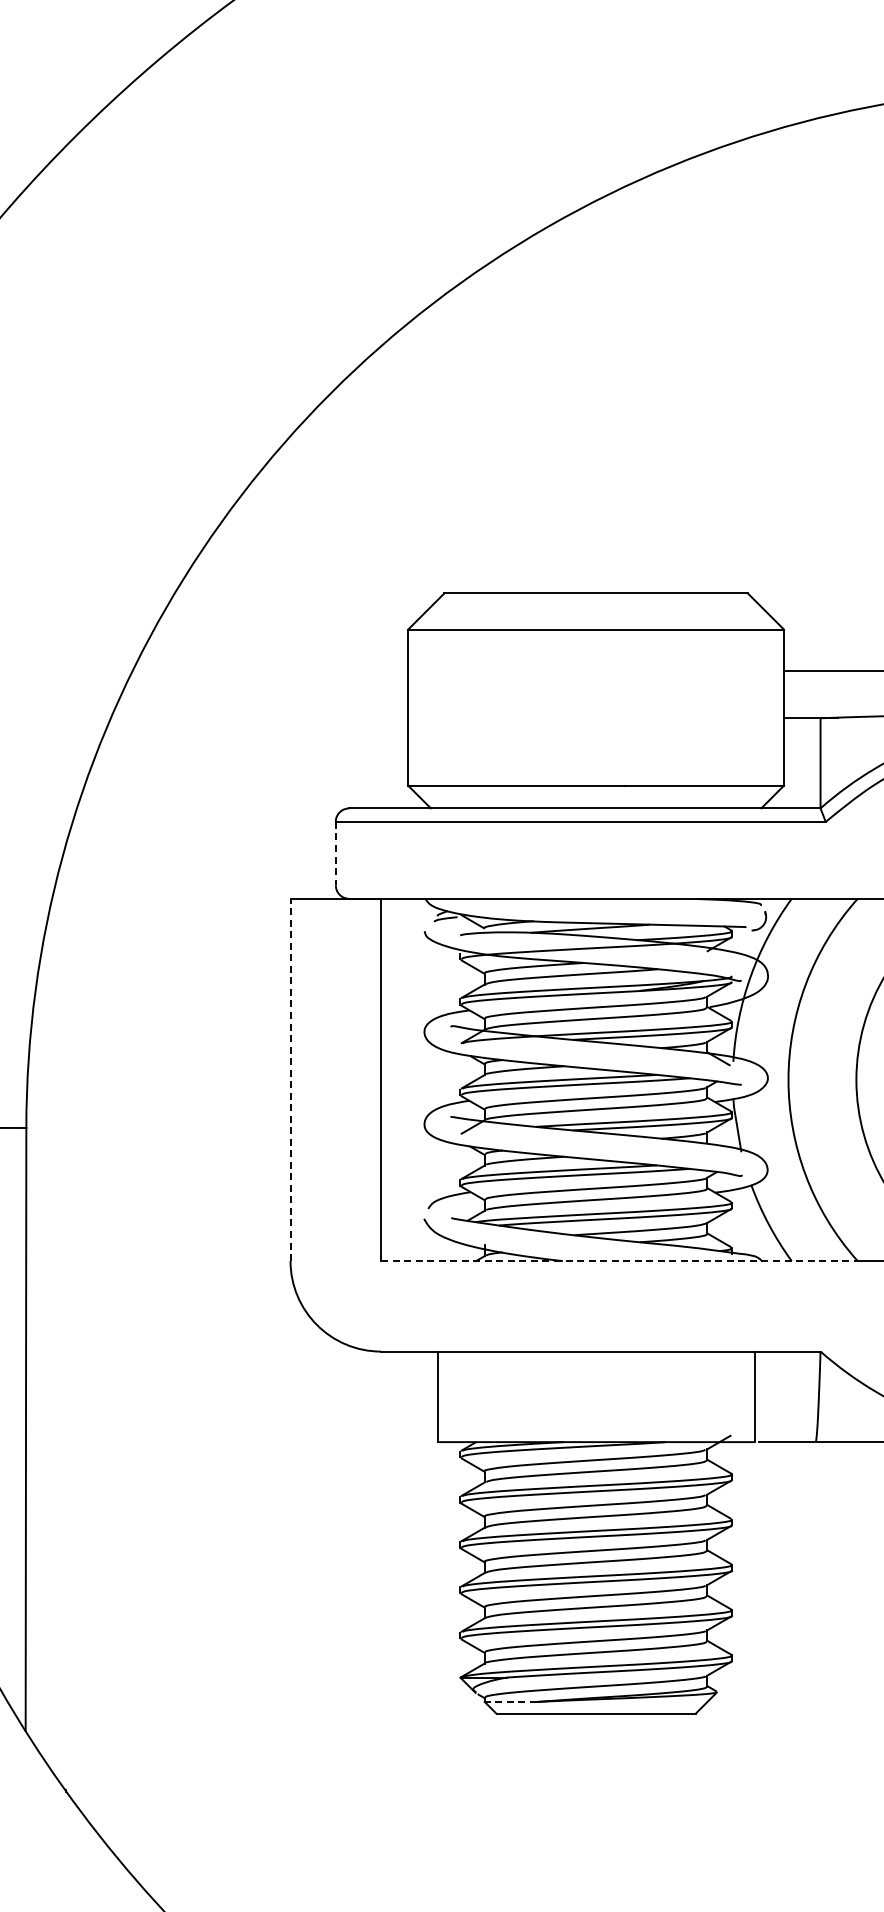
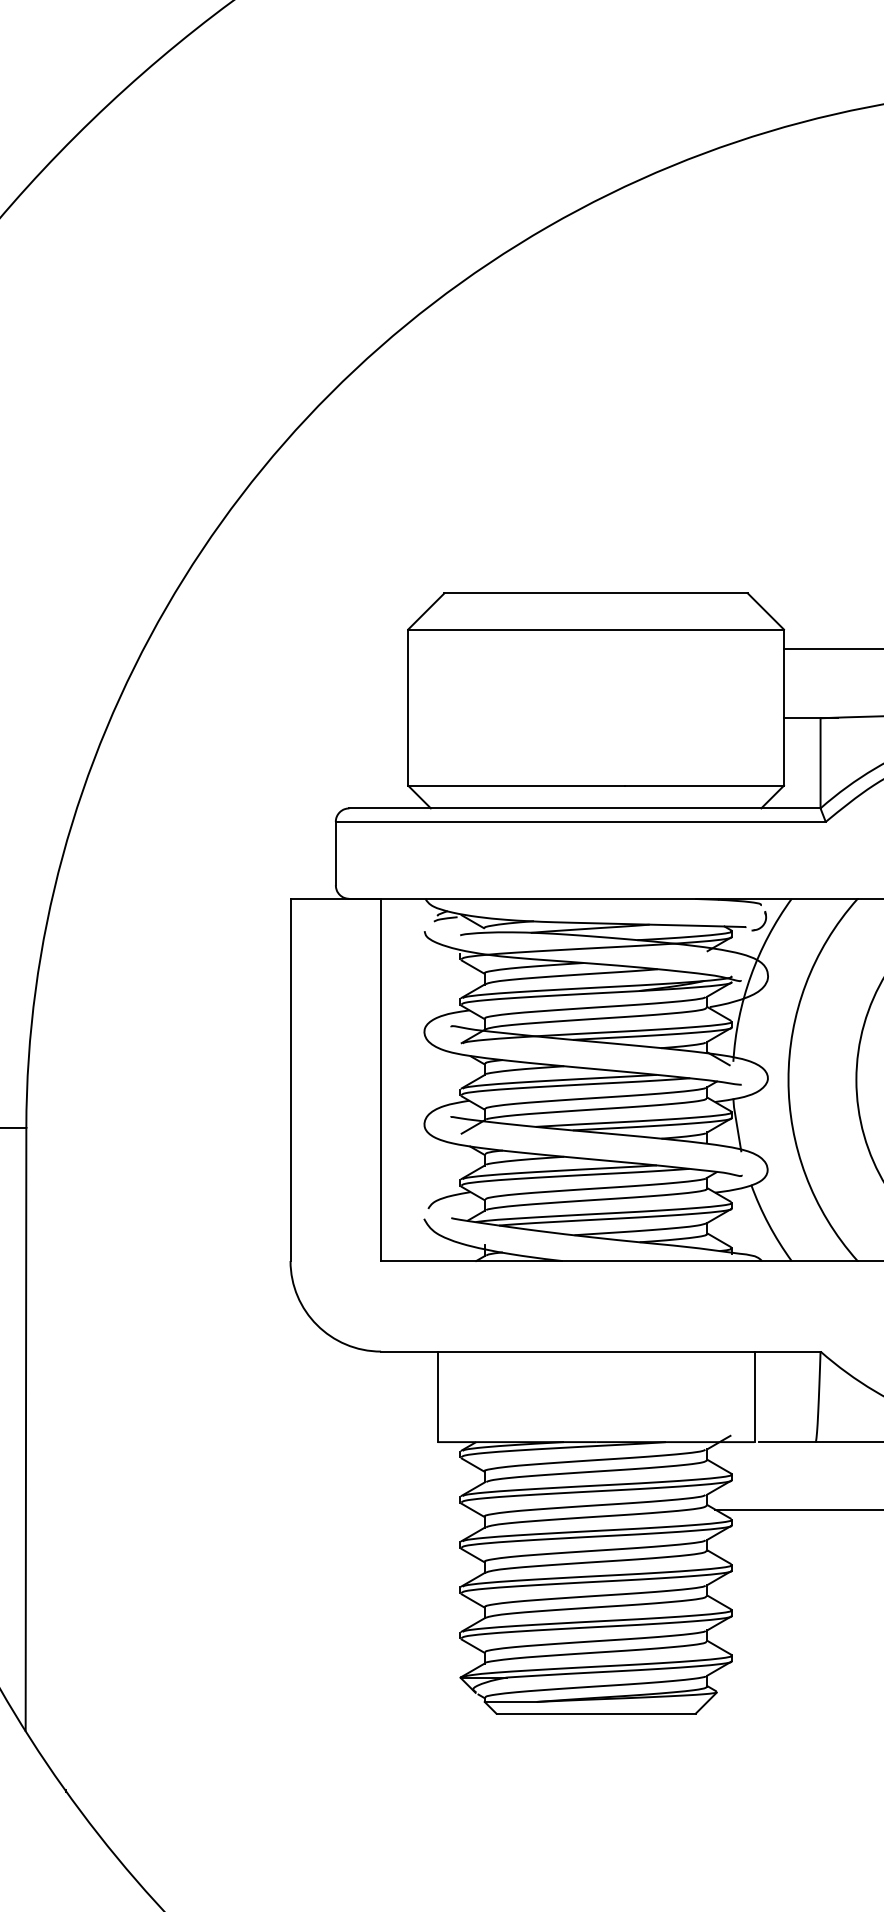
line at (831, 671) position: (831, 671) -> (831, 649)
line at (335, 853): dashed -> solid
line at (290, 1079): dashed -> solid
line at (619, 1261): dashed -> solid
line at (797, 1509): none -> present
line at (510, 1701): dashed -> solid
